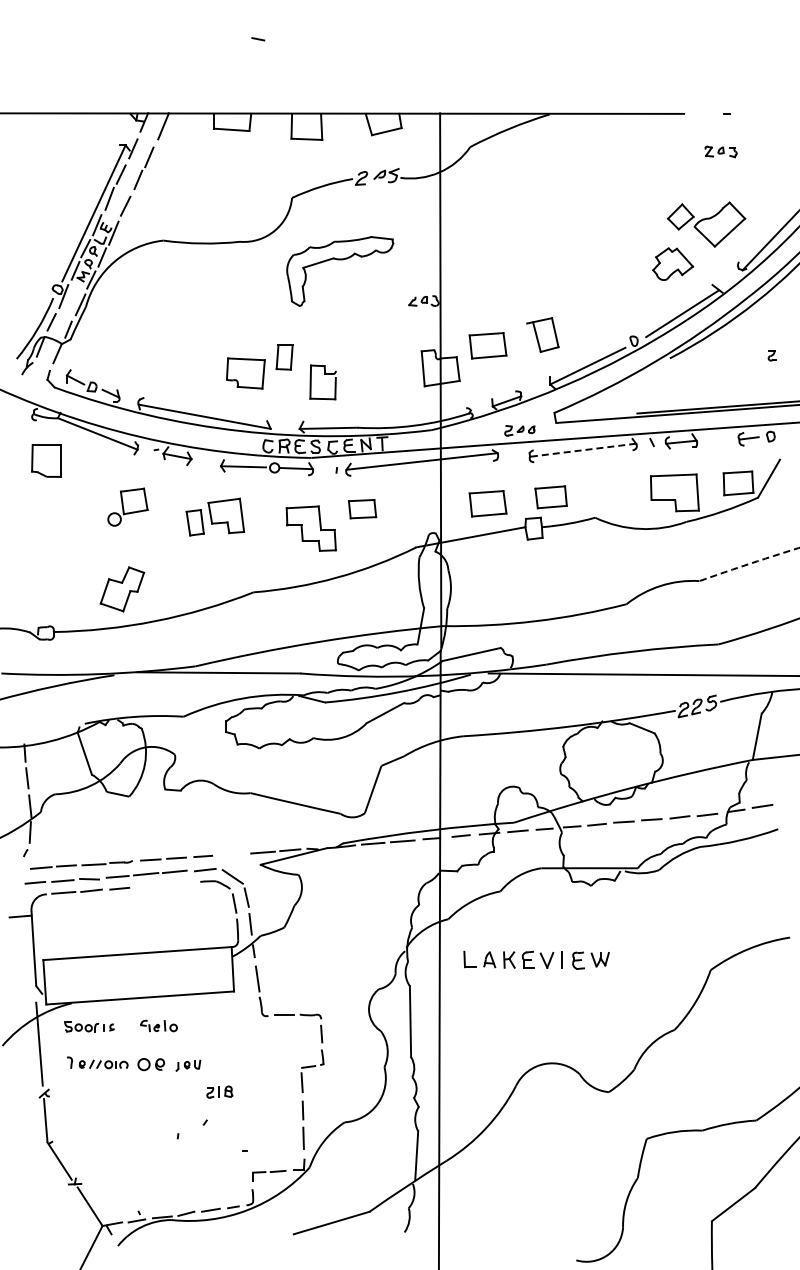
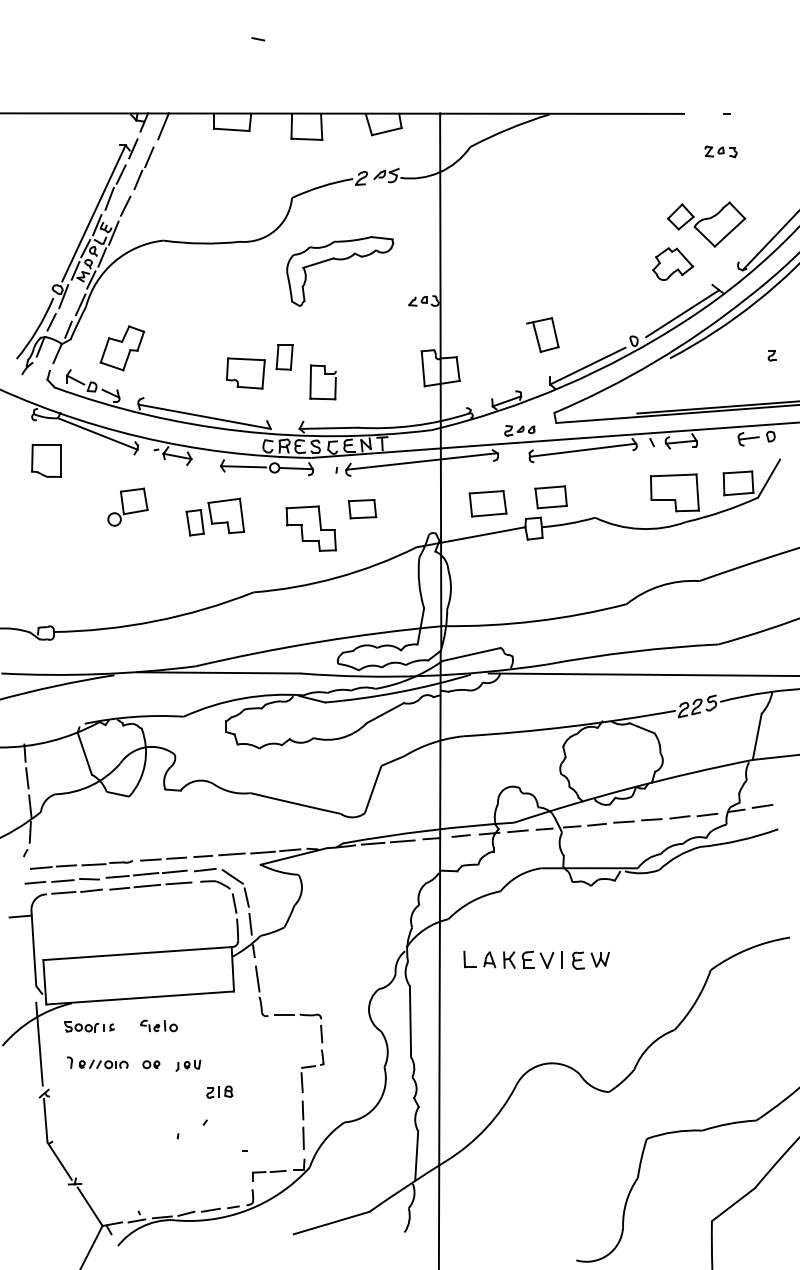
part at (487, 345): present -> none
line at (582, 450): dashed -> solid
arc at (749, 564): dashed -> solid
part at (122, 589) position: (122, 589) -> (122, 348)
line at (231, 854): none -> present
line at (178, 883): none -> present
line at (147, 885): none -> present
part at (150, 1064) size: 28x14 px -> 19x10 px
